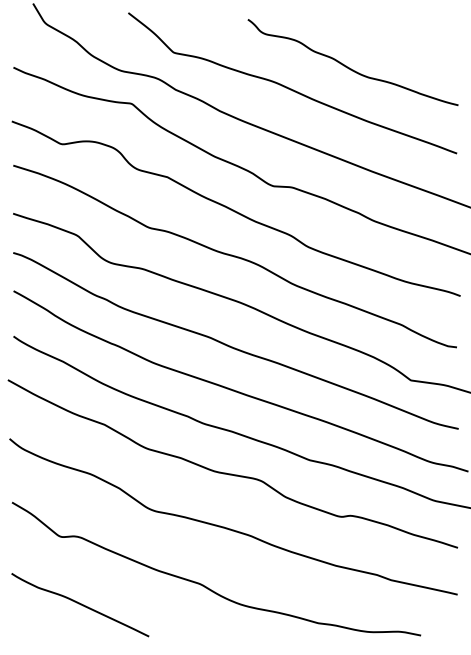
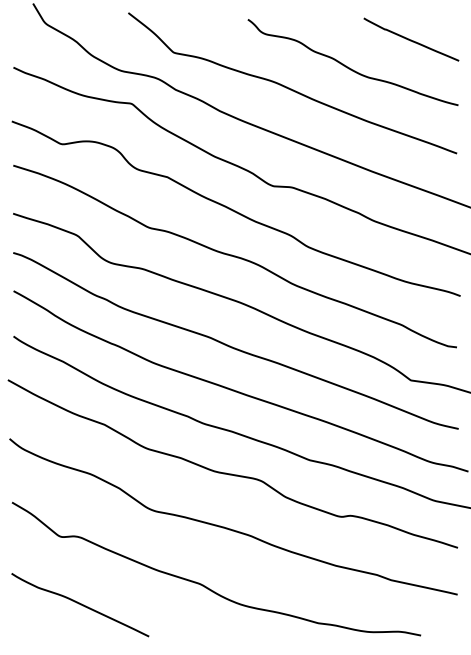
curve at (411, 39): none -> present
